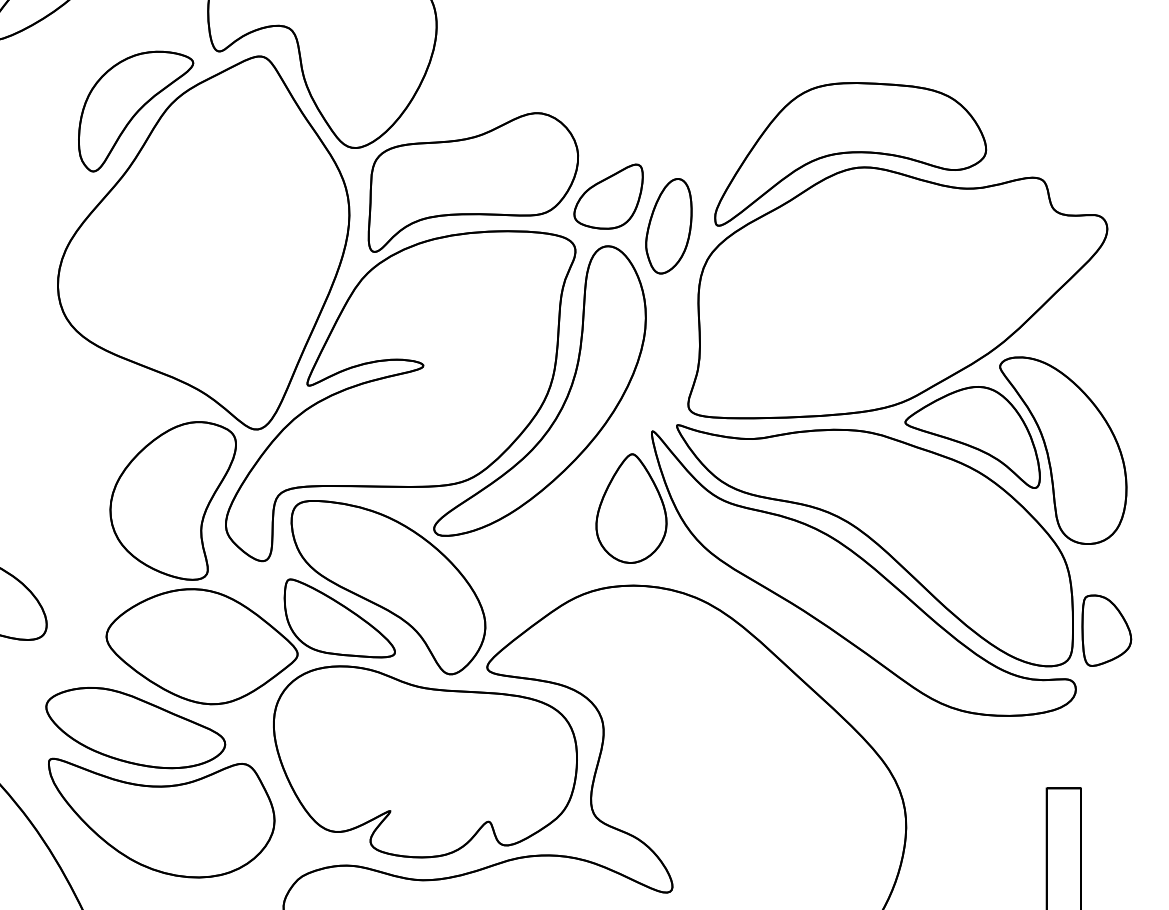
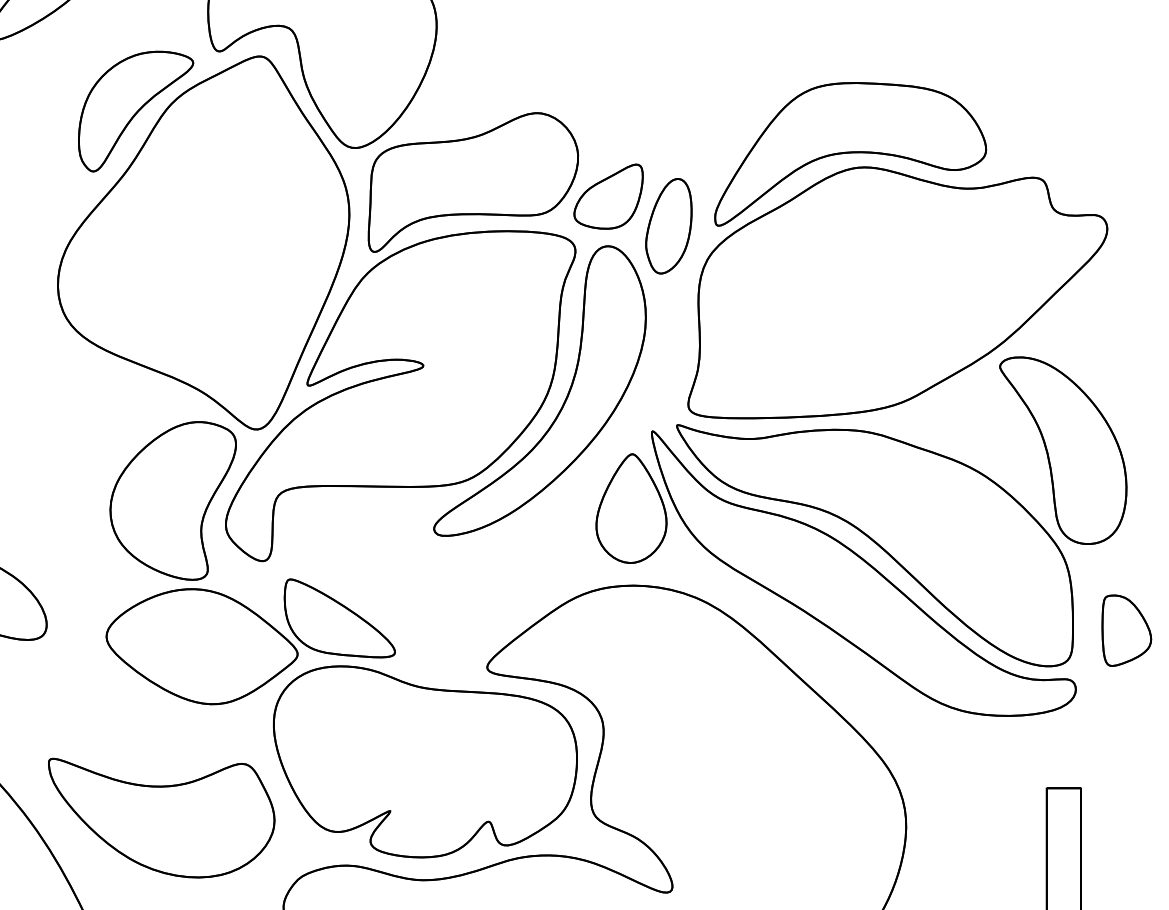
part at (972, 437): present -> none
part at (388, 587): present -> none
part at (1106, 630) position: (1106, 630) -> (1126, 630)
part at (135, 728): present -> none
